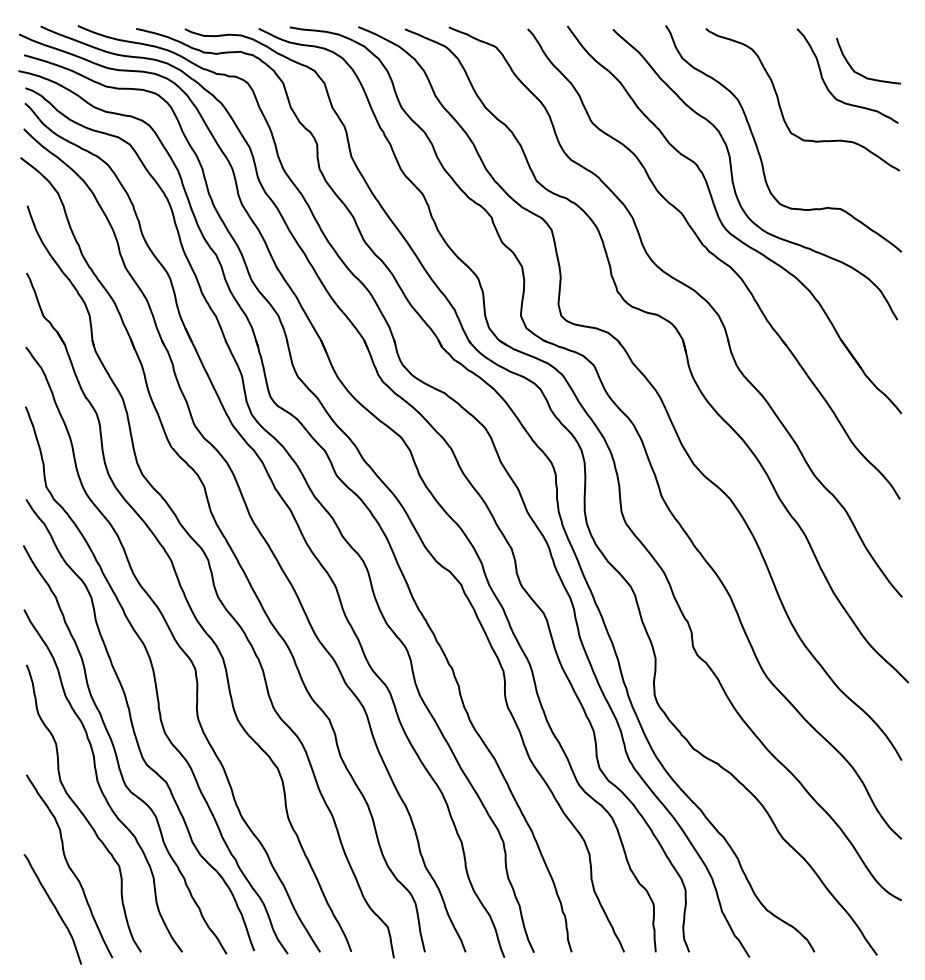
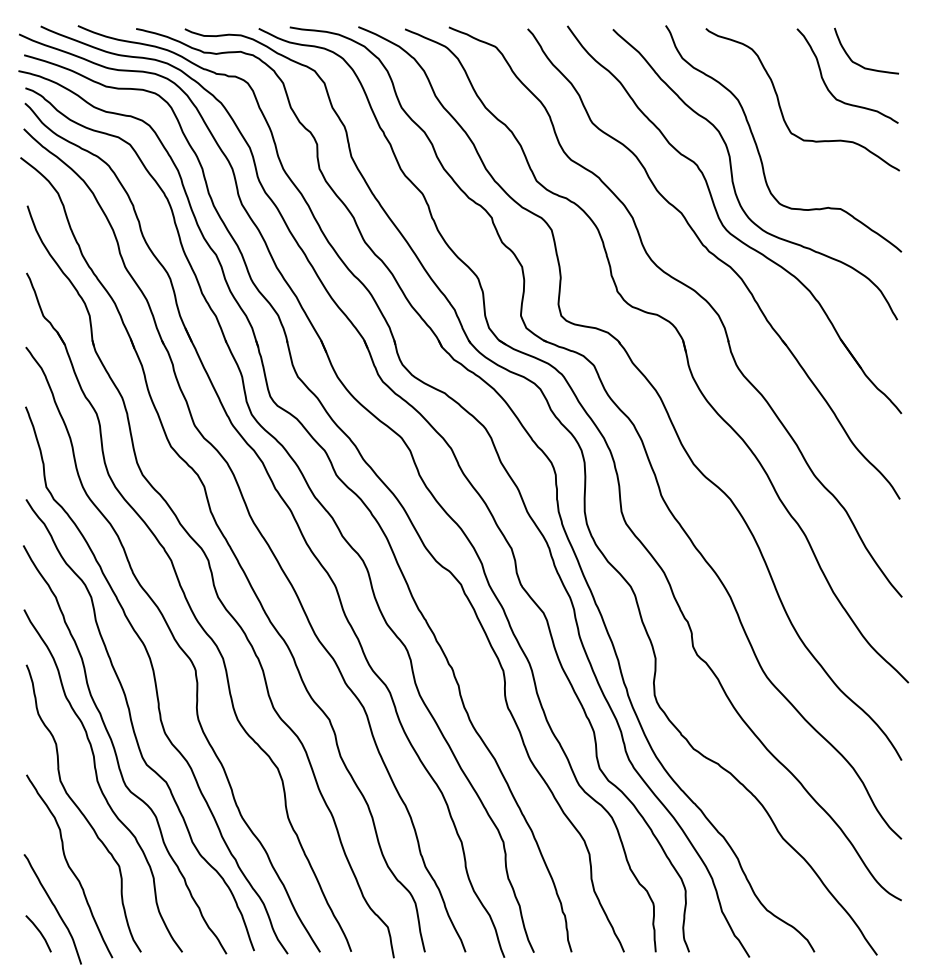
curve at (862, 74) position: (862, 74) -> (860, 64)
line at (39, 932): none -> present
